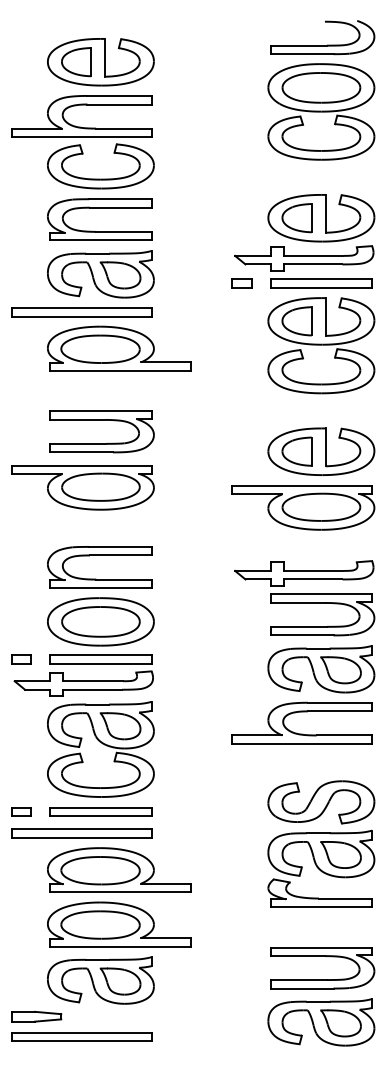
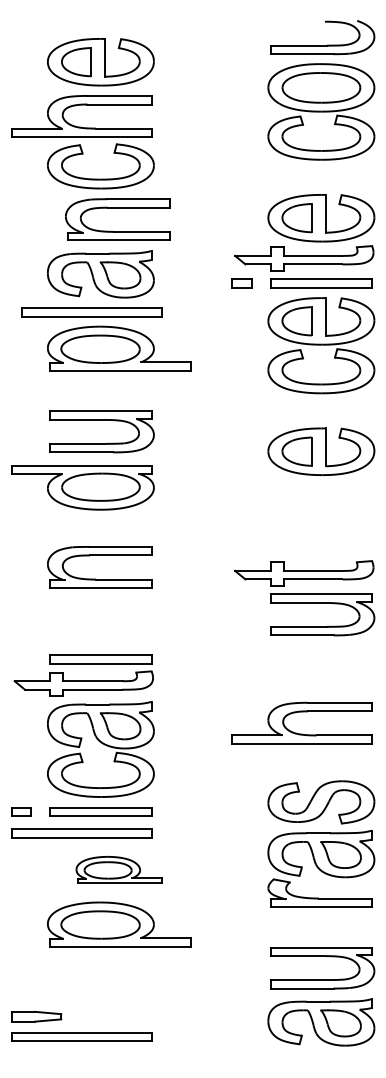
part at (99, 208) position: (99, 208) -> (117, 208)
part at (81, 312) position: (81, 312) -> (91, 312)
part at (303, 507): present -> none
part at (100, 621): present -> none
part at (21, 659): present -> none
part at (321, 669): present -> none
part at (119, 869) size: 145x46 px -> 88x28 px
part at (100, 980): present -> none
